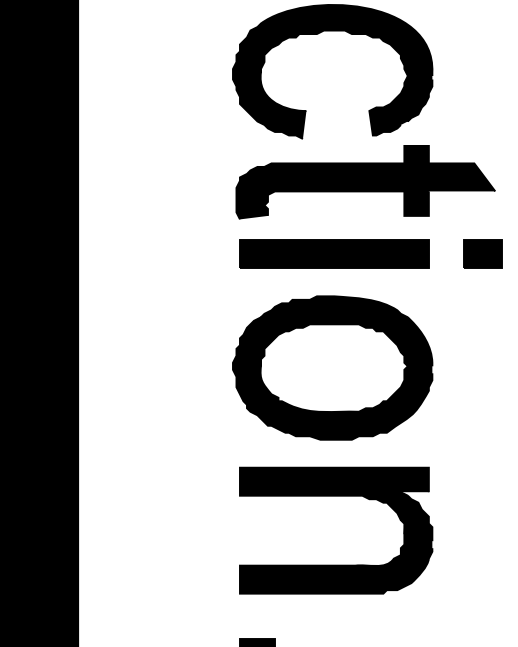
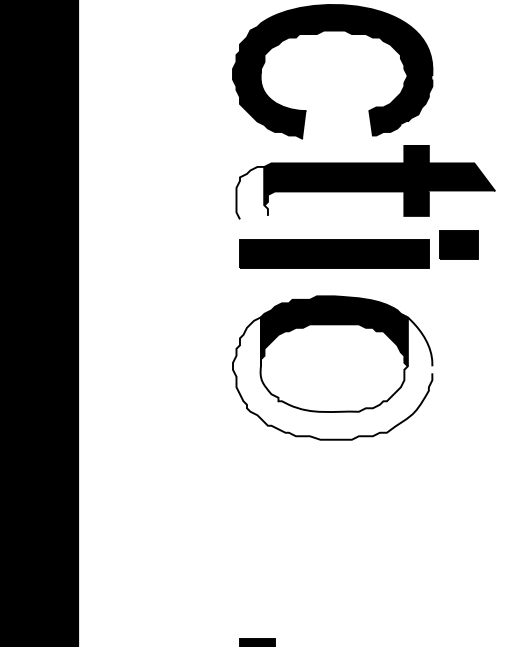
fill at (251, 192): present -> none
part at (482, 253) position: (482, 253) -> (458, 244)
fill at (332, 378): present -> none
part at (336, 496): present -> none
